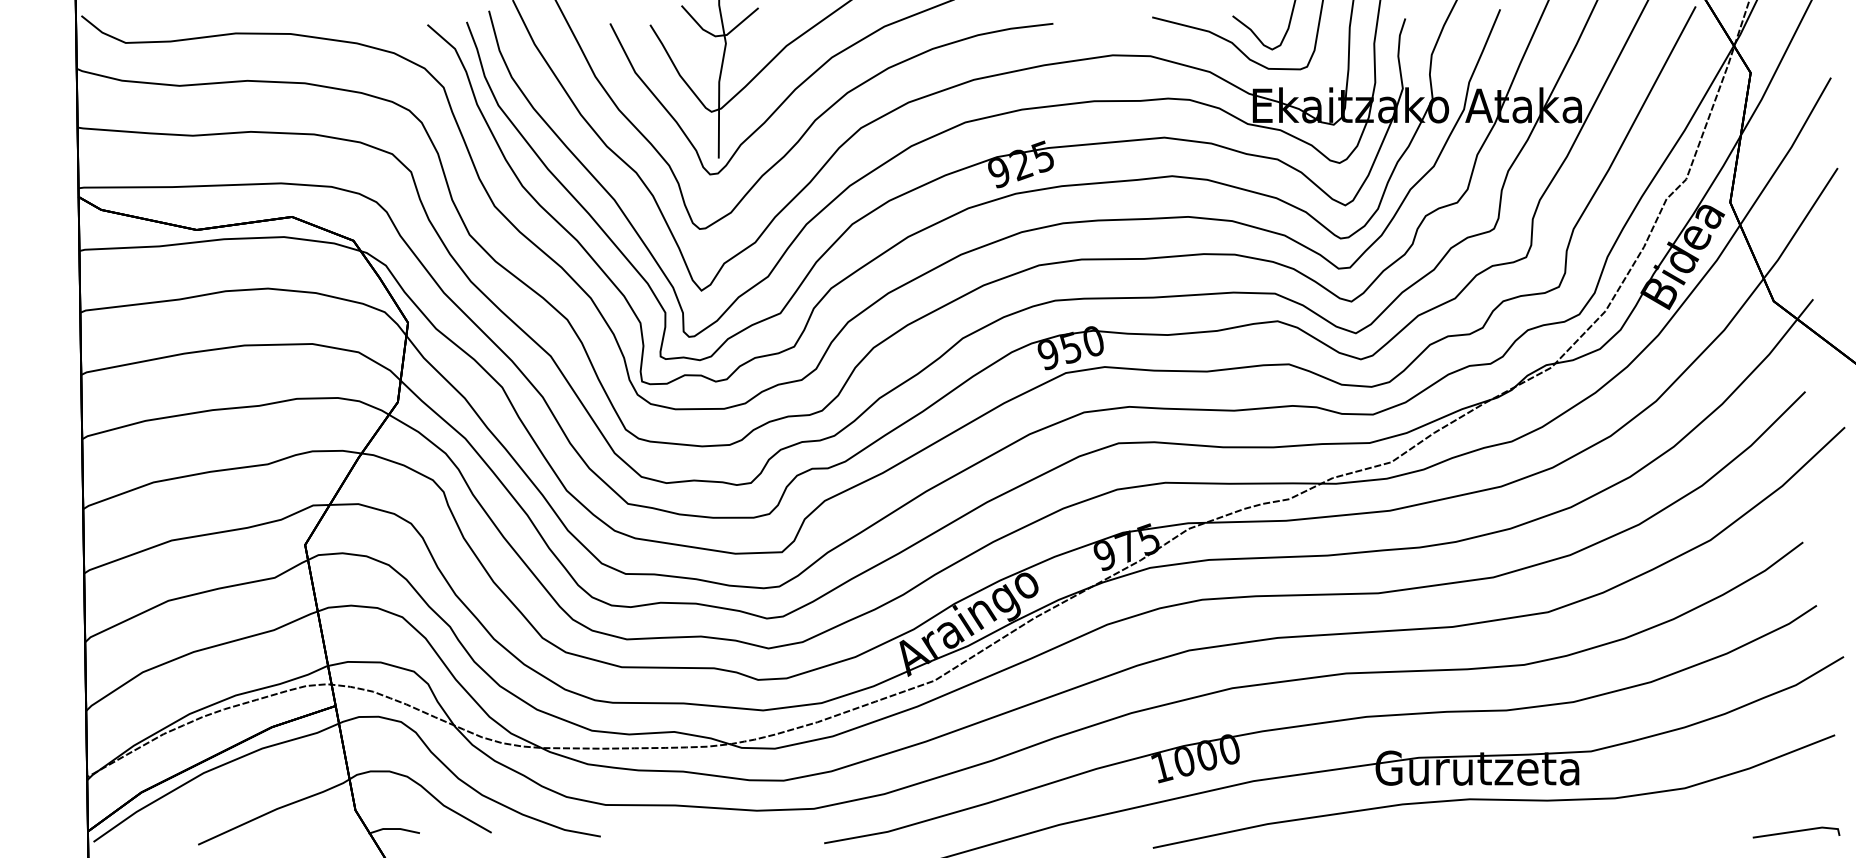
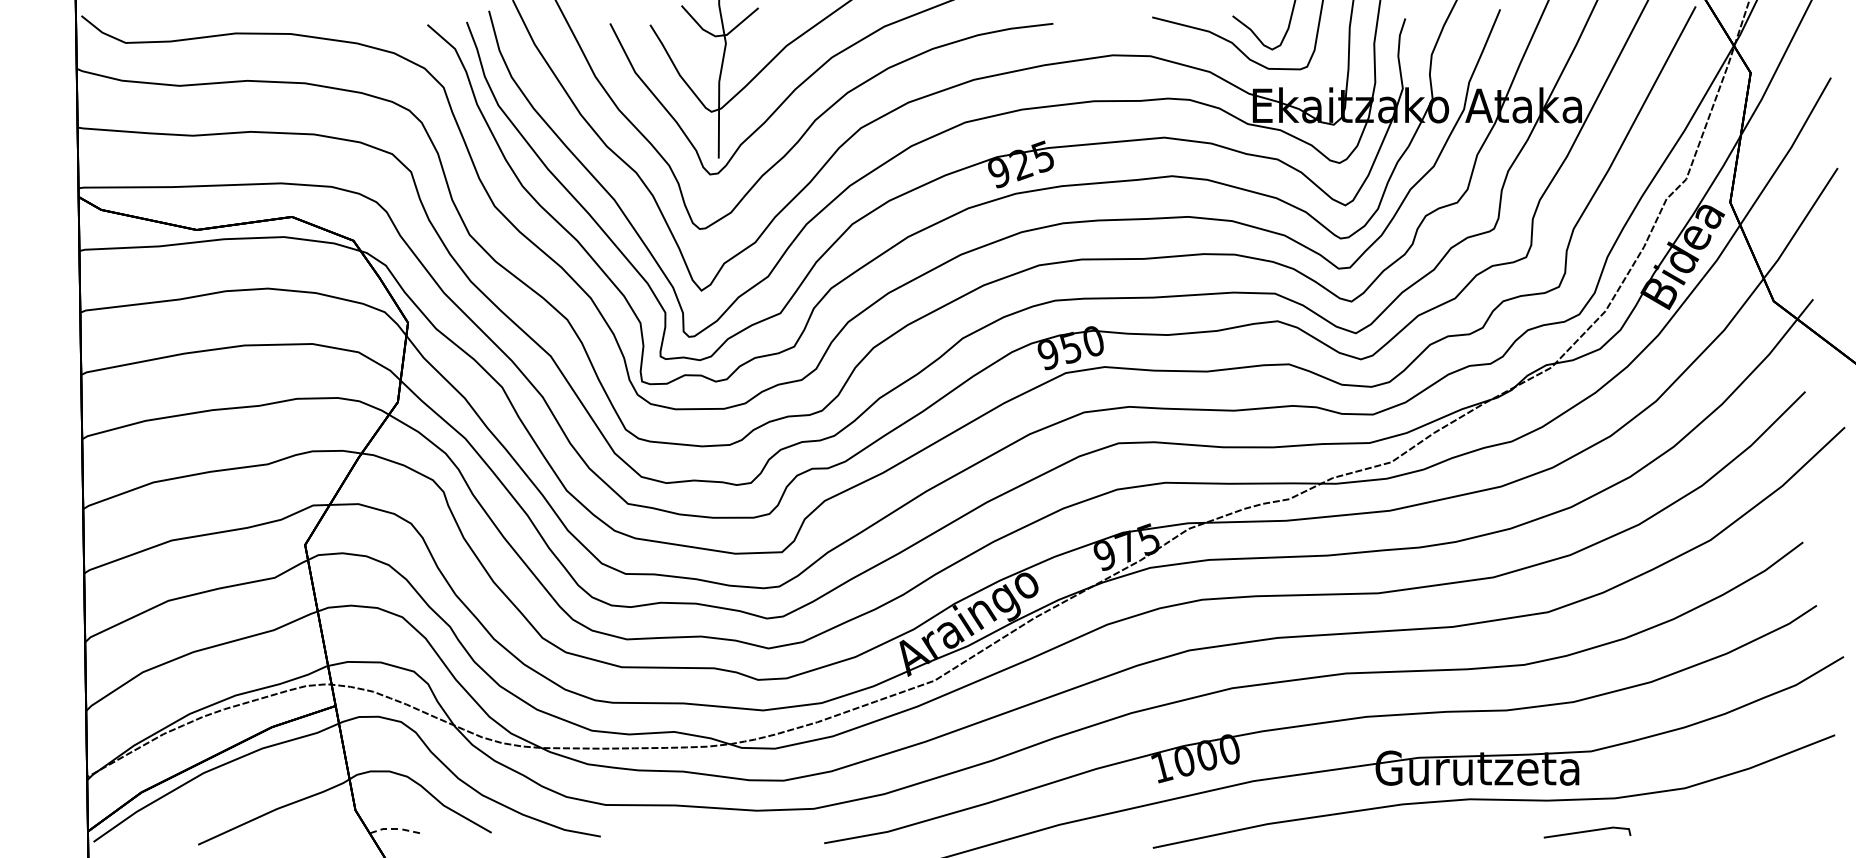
line at (393, 829): solid -> dashed
line at (1796, 832) position: (1796, 832) -> (1587, 832)
